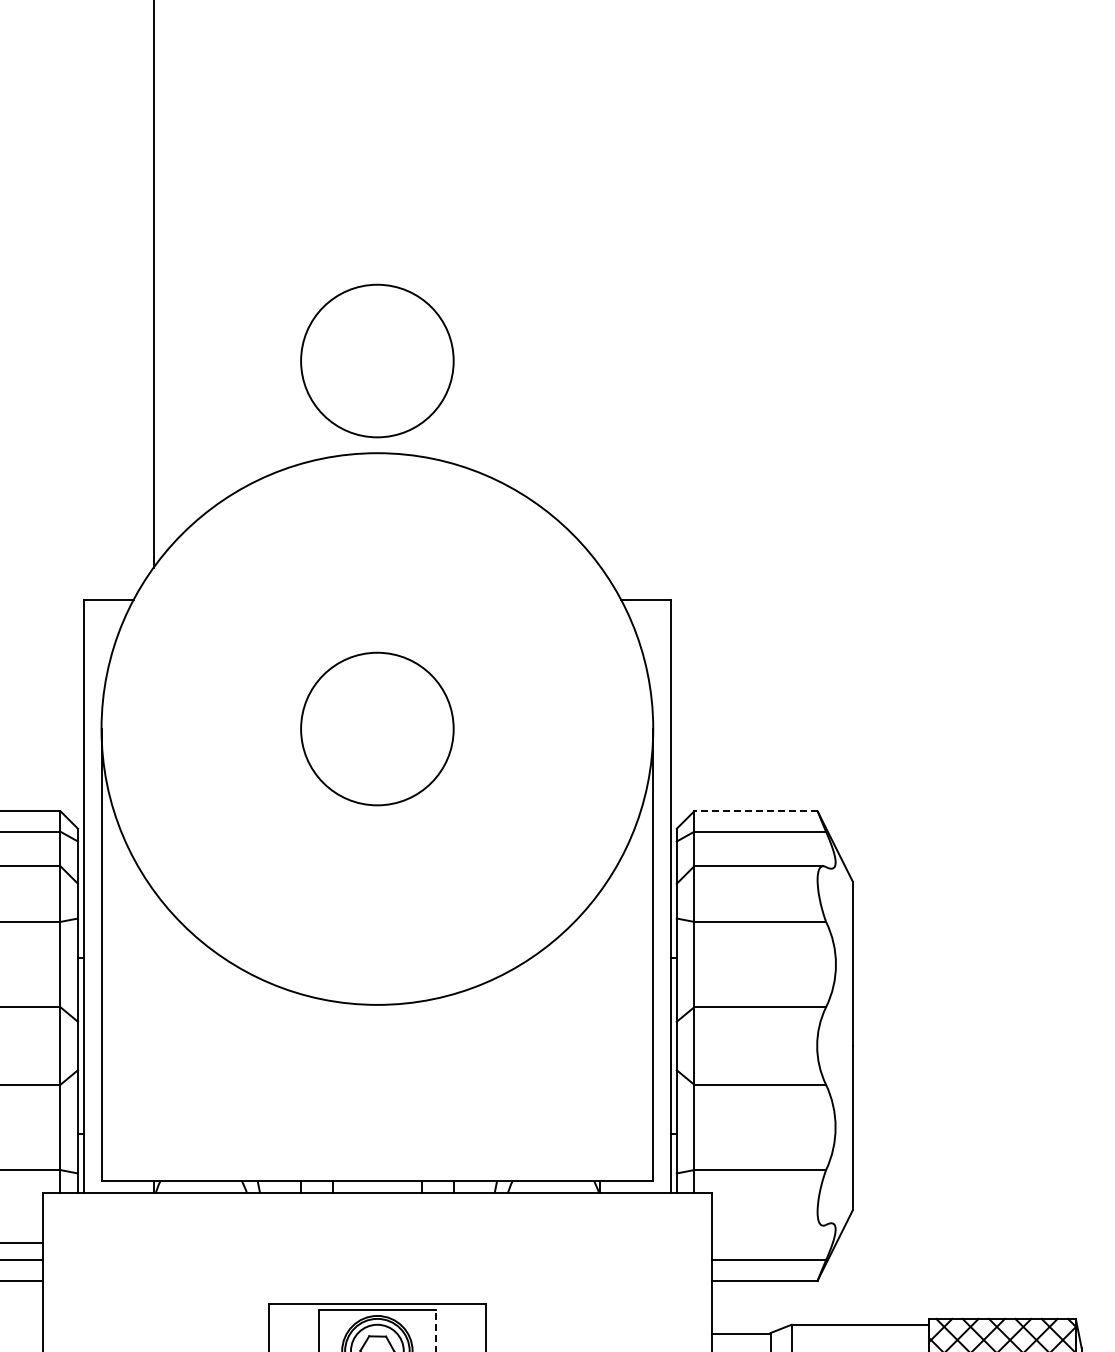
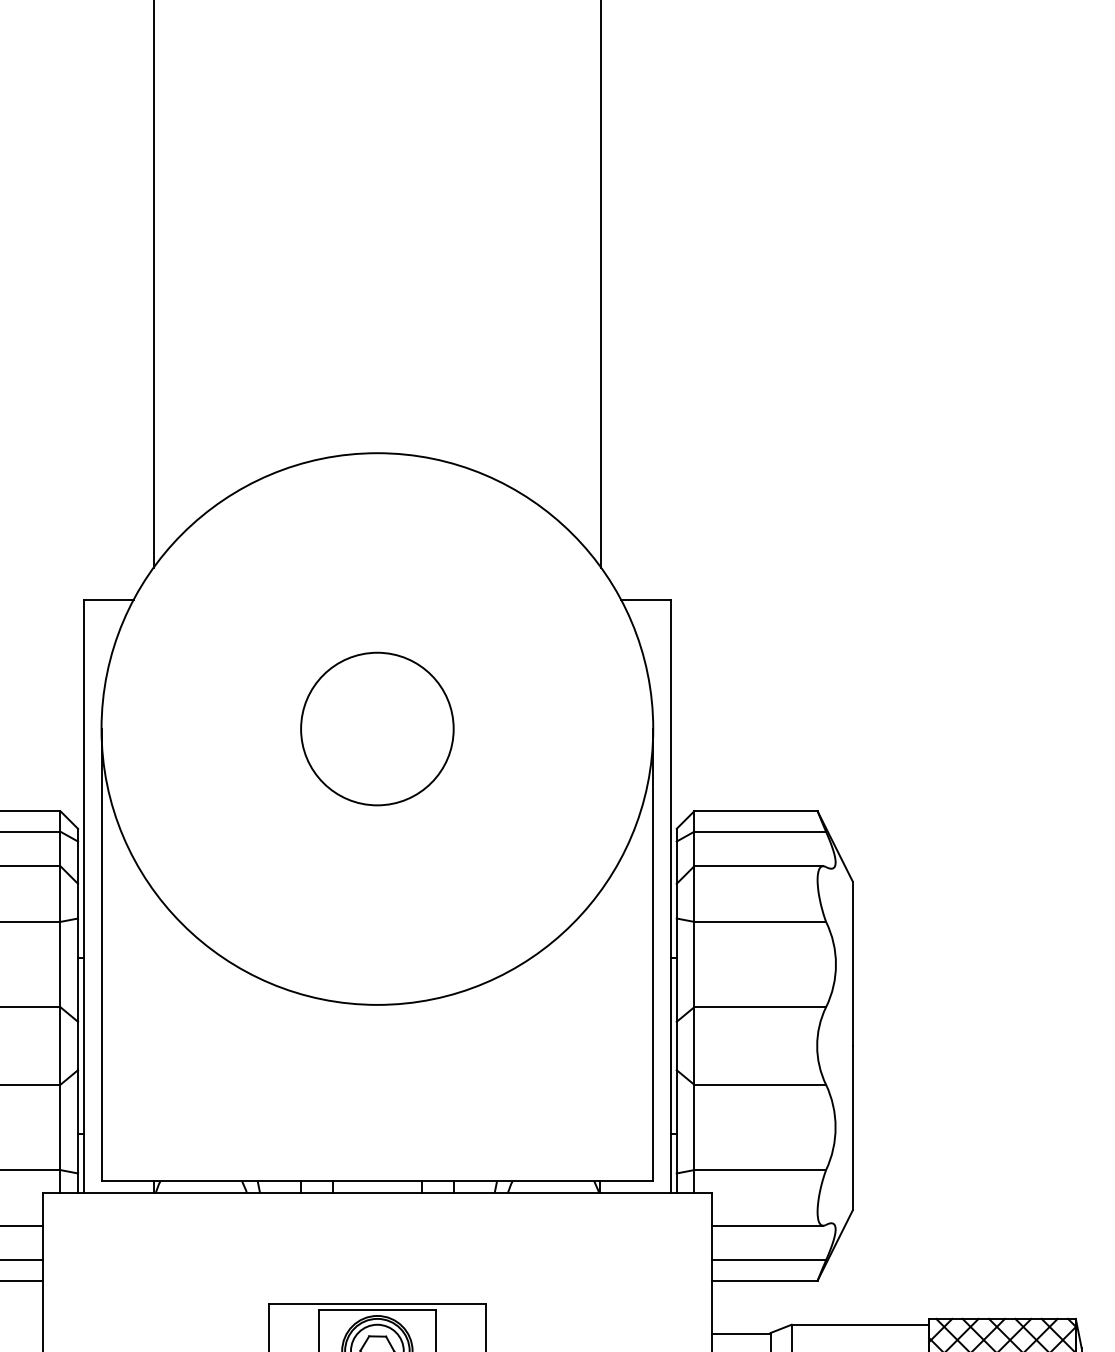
line at (601, 284): none -> present
circle at (377, 360): present -> none
line at (755, 811): dashed -> solid
line at (767, 1225): none -> present
line at (22, 1242) position: (22, 1242) -> (22, 1225)
line at (436, 1331): dashed -> solid
